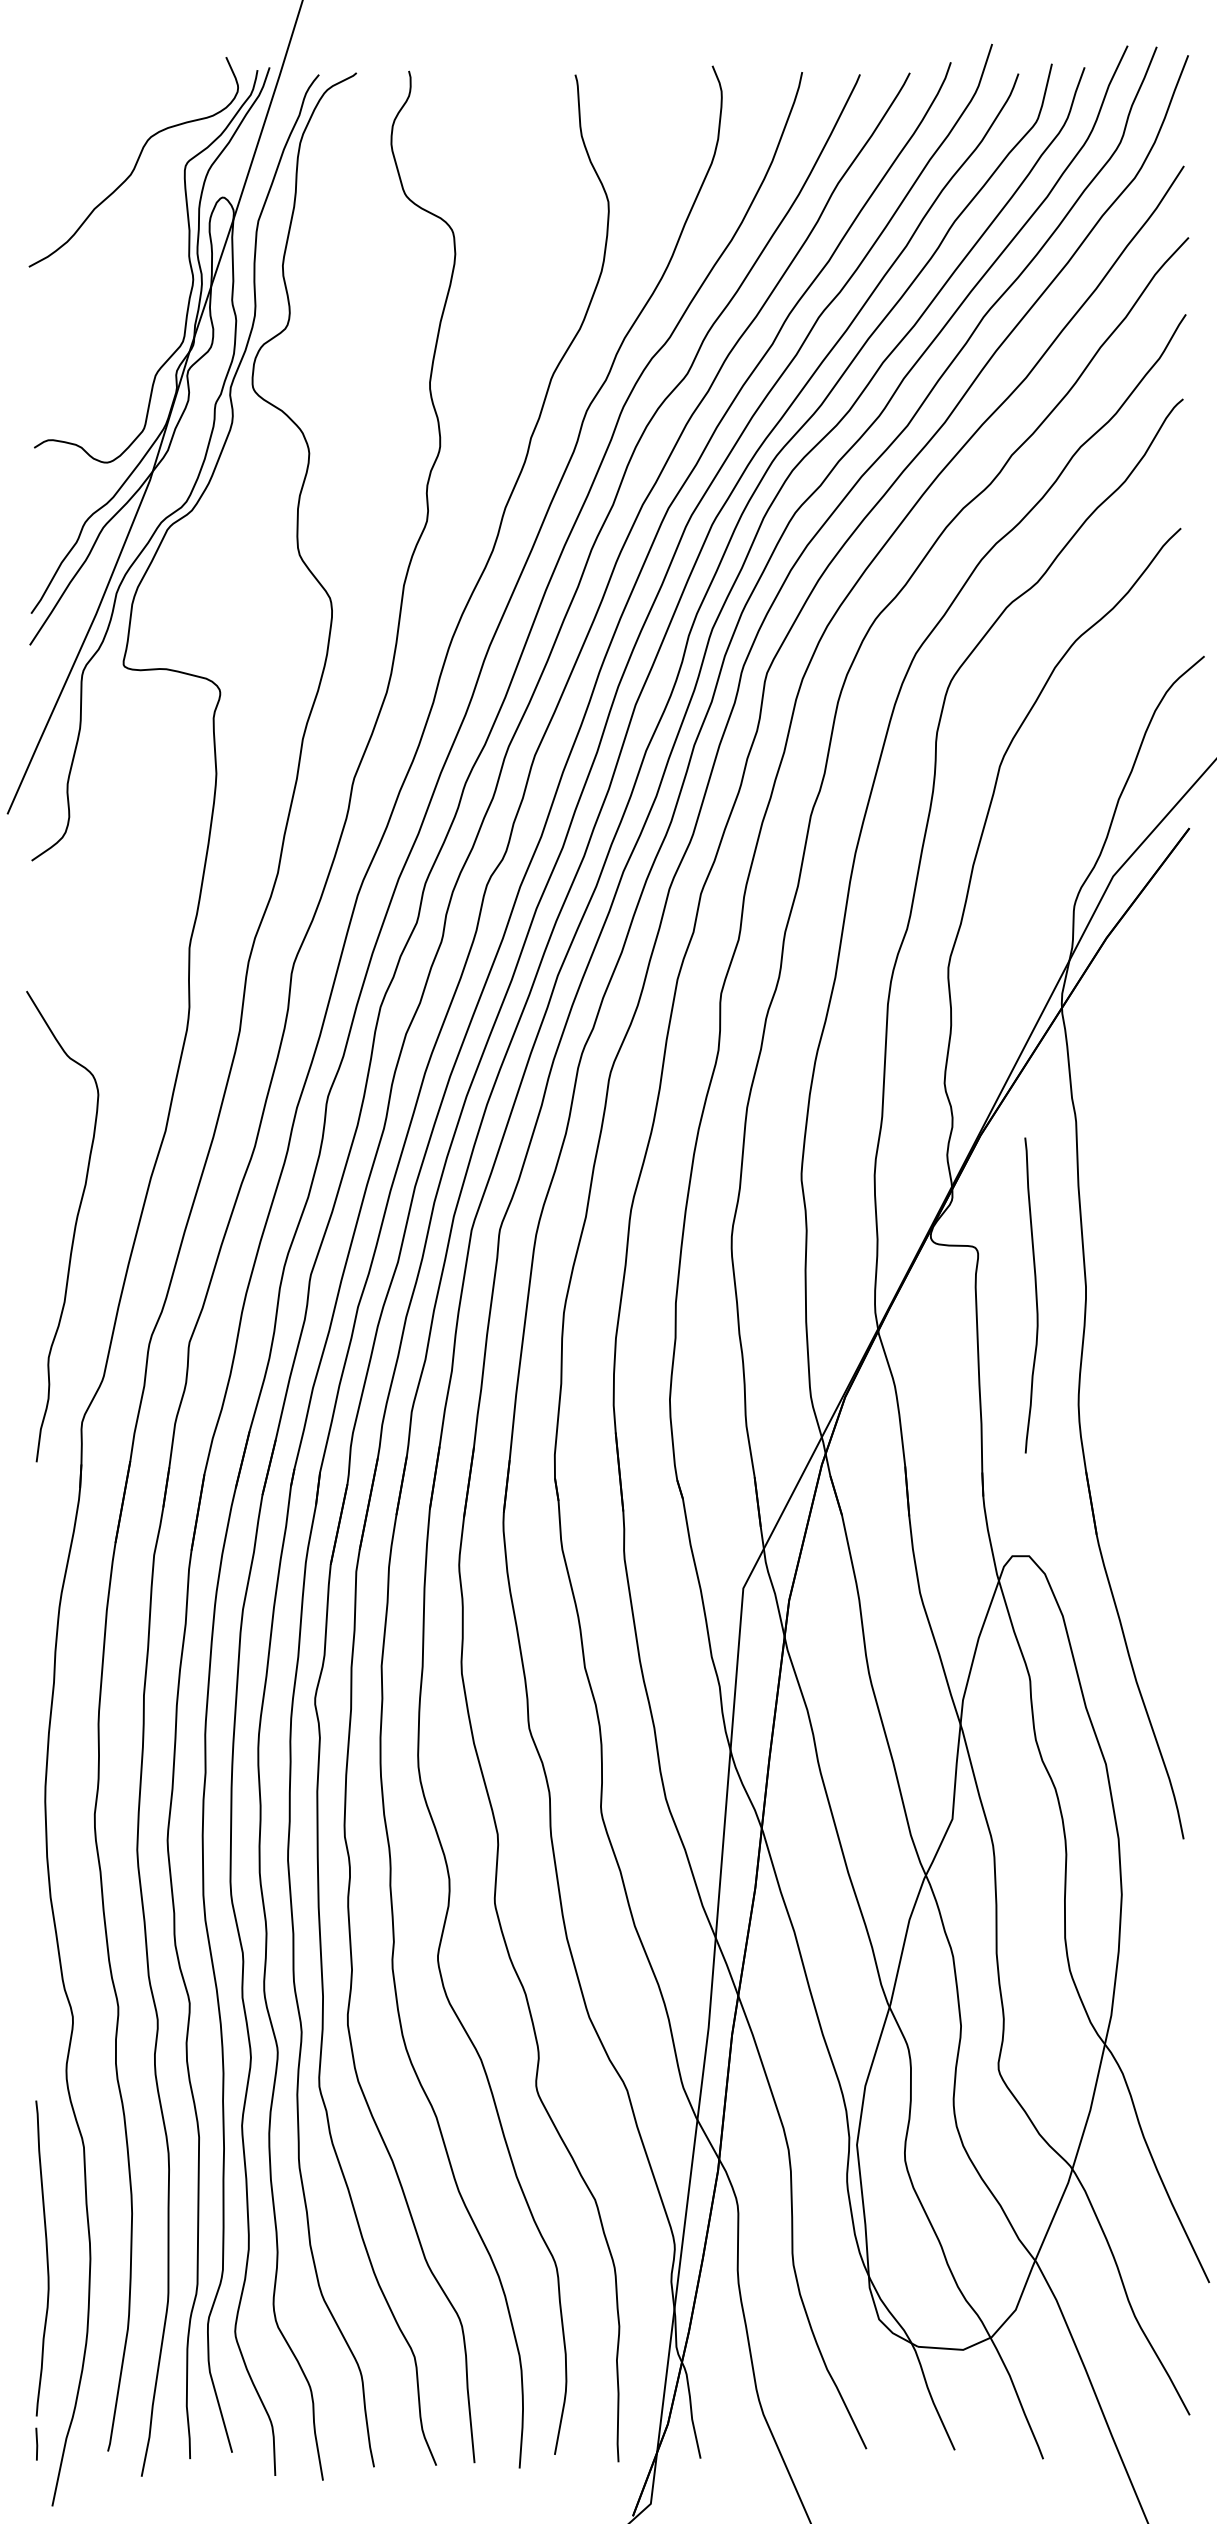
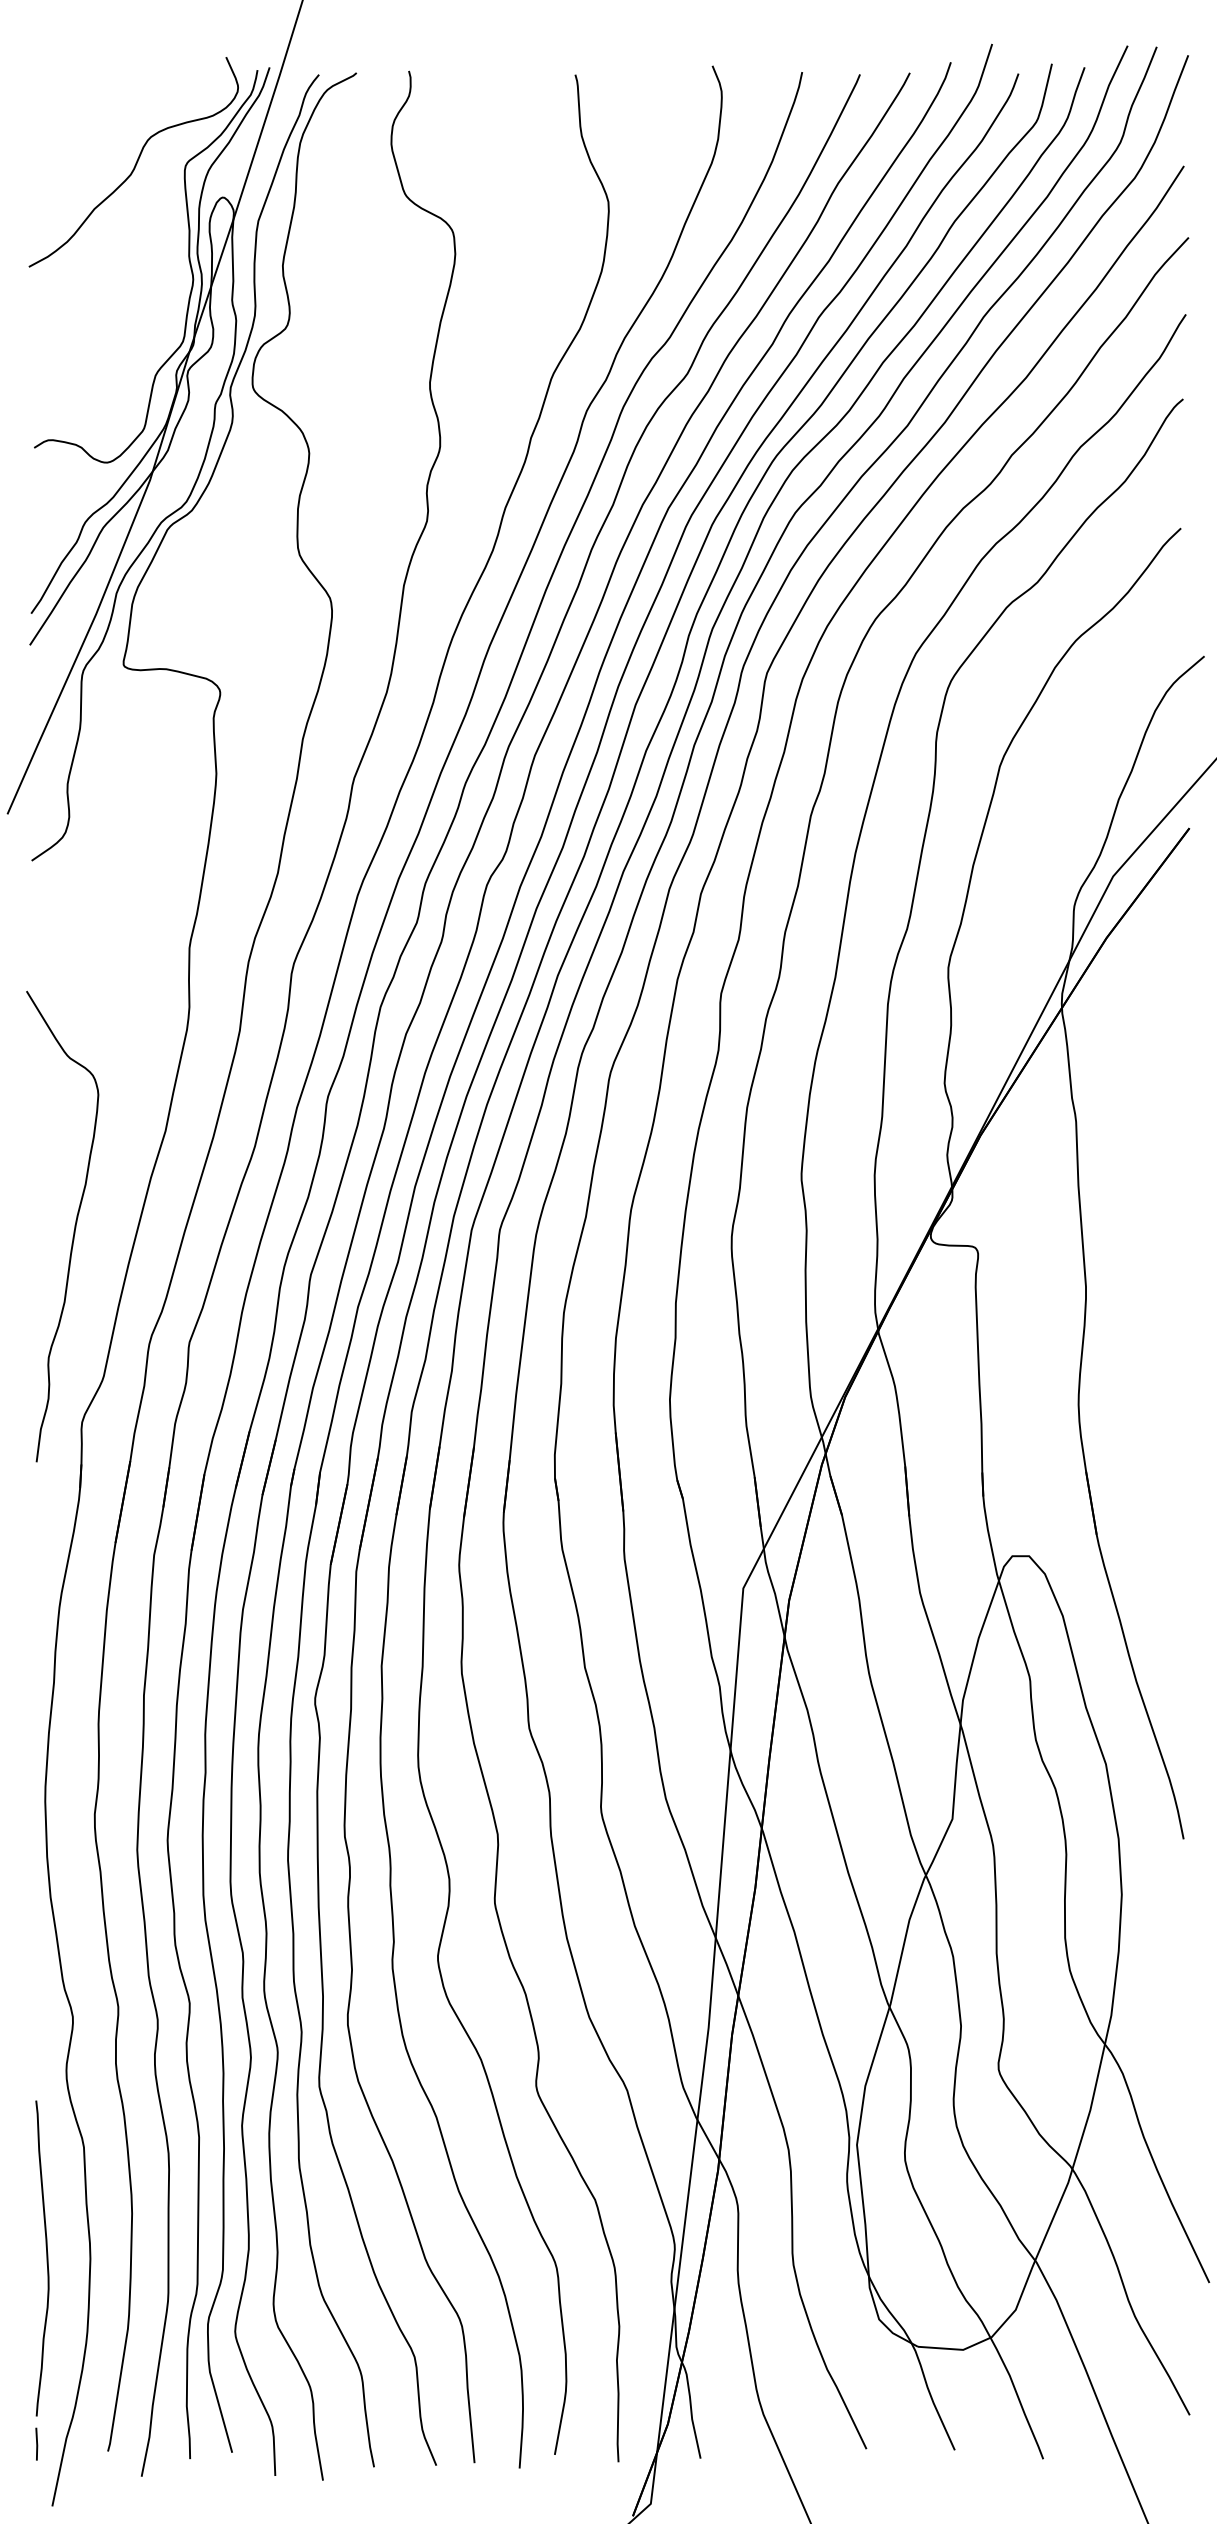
curve at (1035, 1295): present -> none
